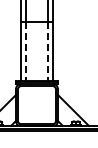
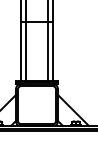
line at (25, 51): dashed -> solid
line at (48, 51): dashed -> solid
